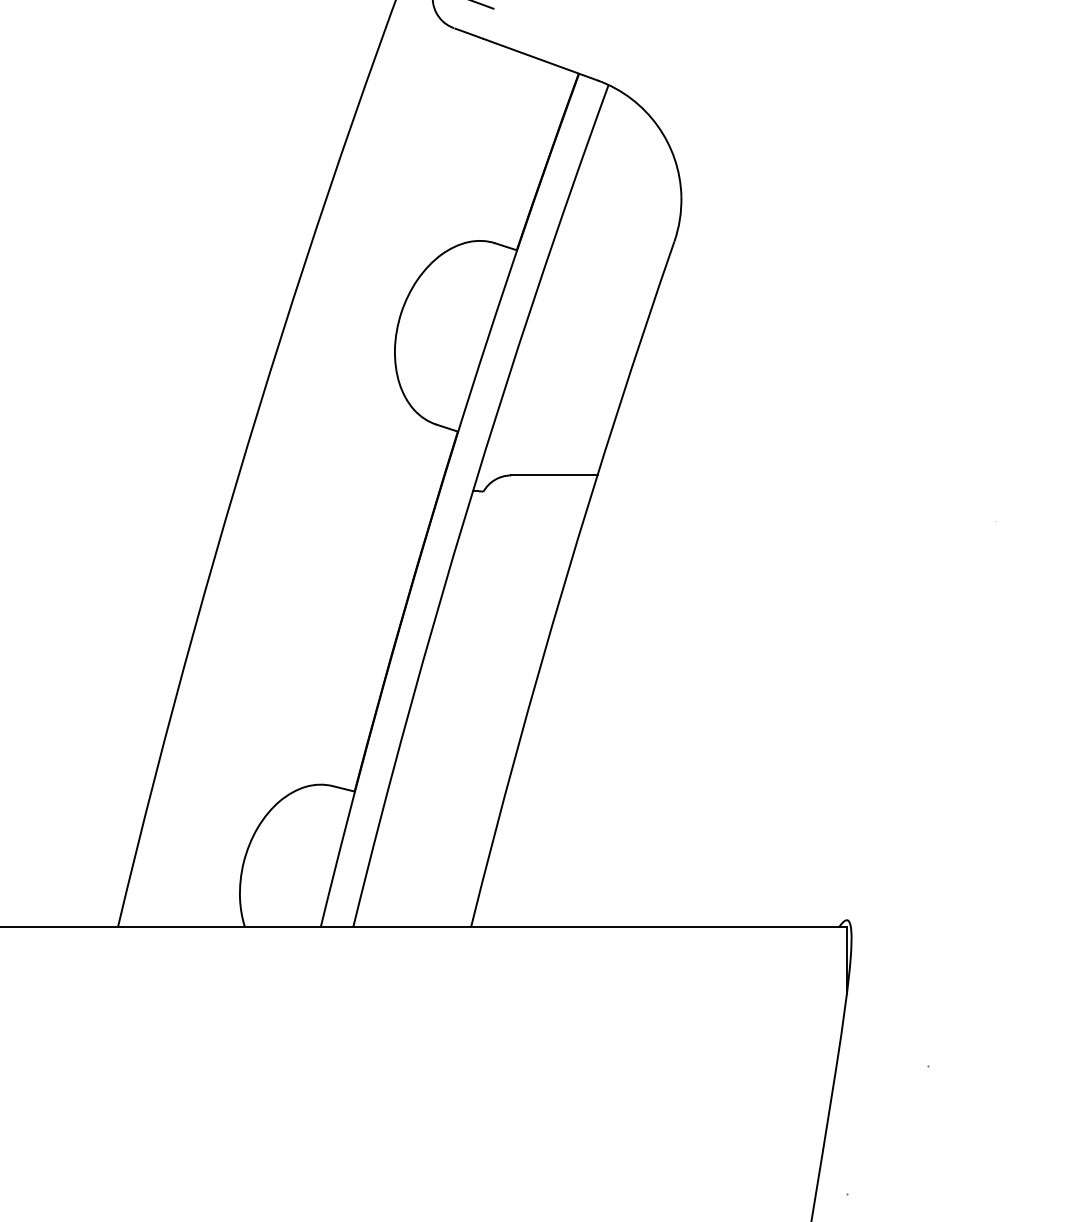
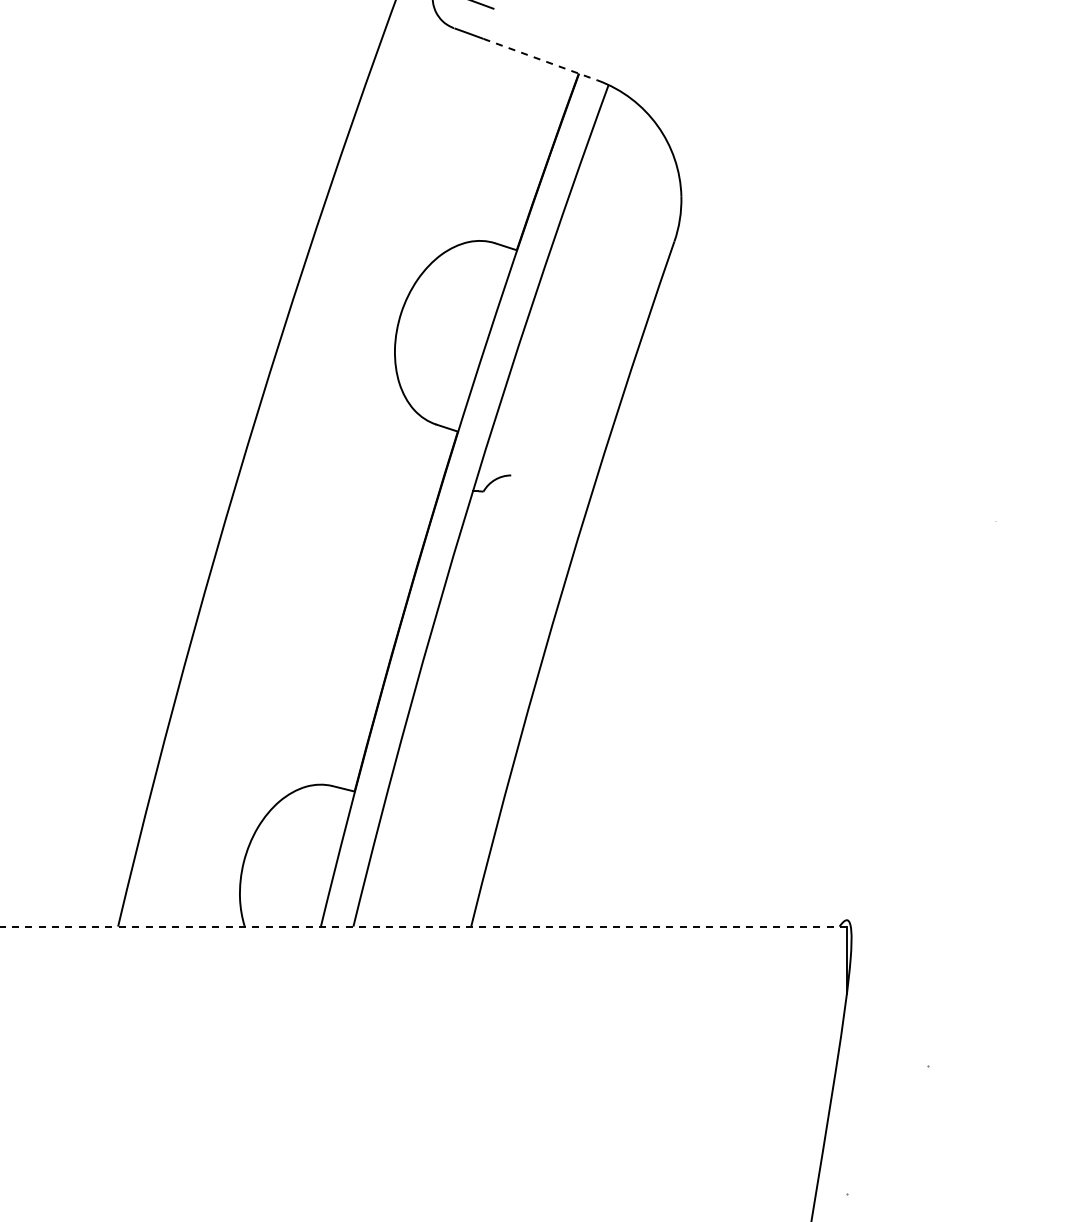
line at (540, 59): solid -> dashed
line at (554, 475): present -> none
line at (423, 926): solid -> dashed
